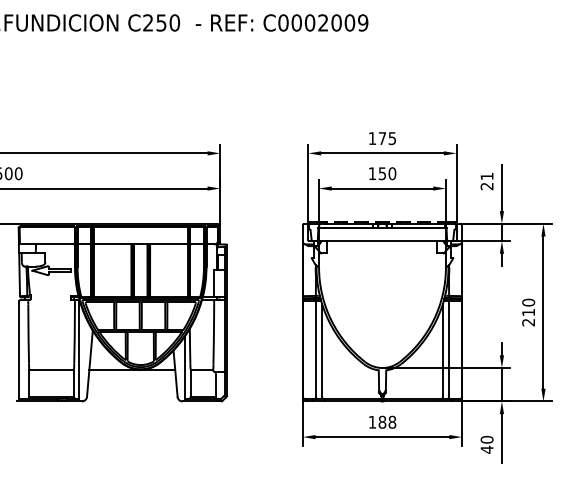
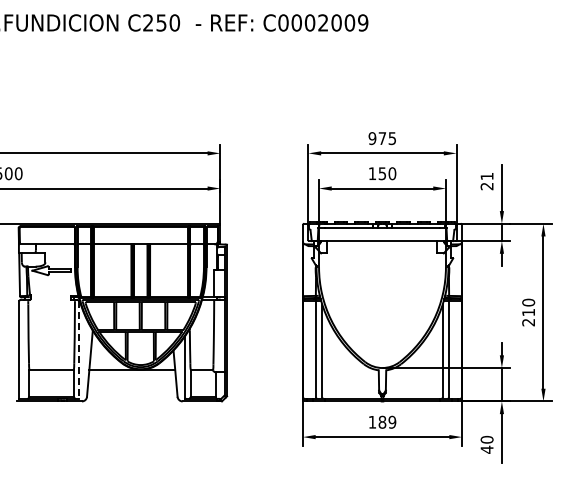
text at (372, 138): 175 -> 975
line at (79, 349): solid -> dashed
text at (392, 422): 188 -> 189
